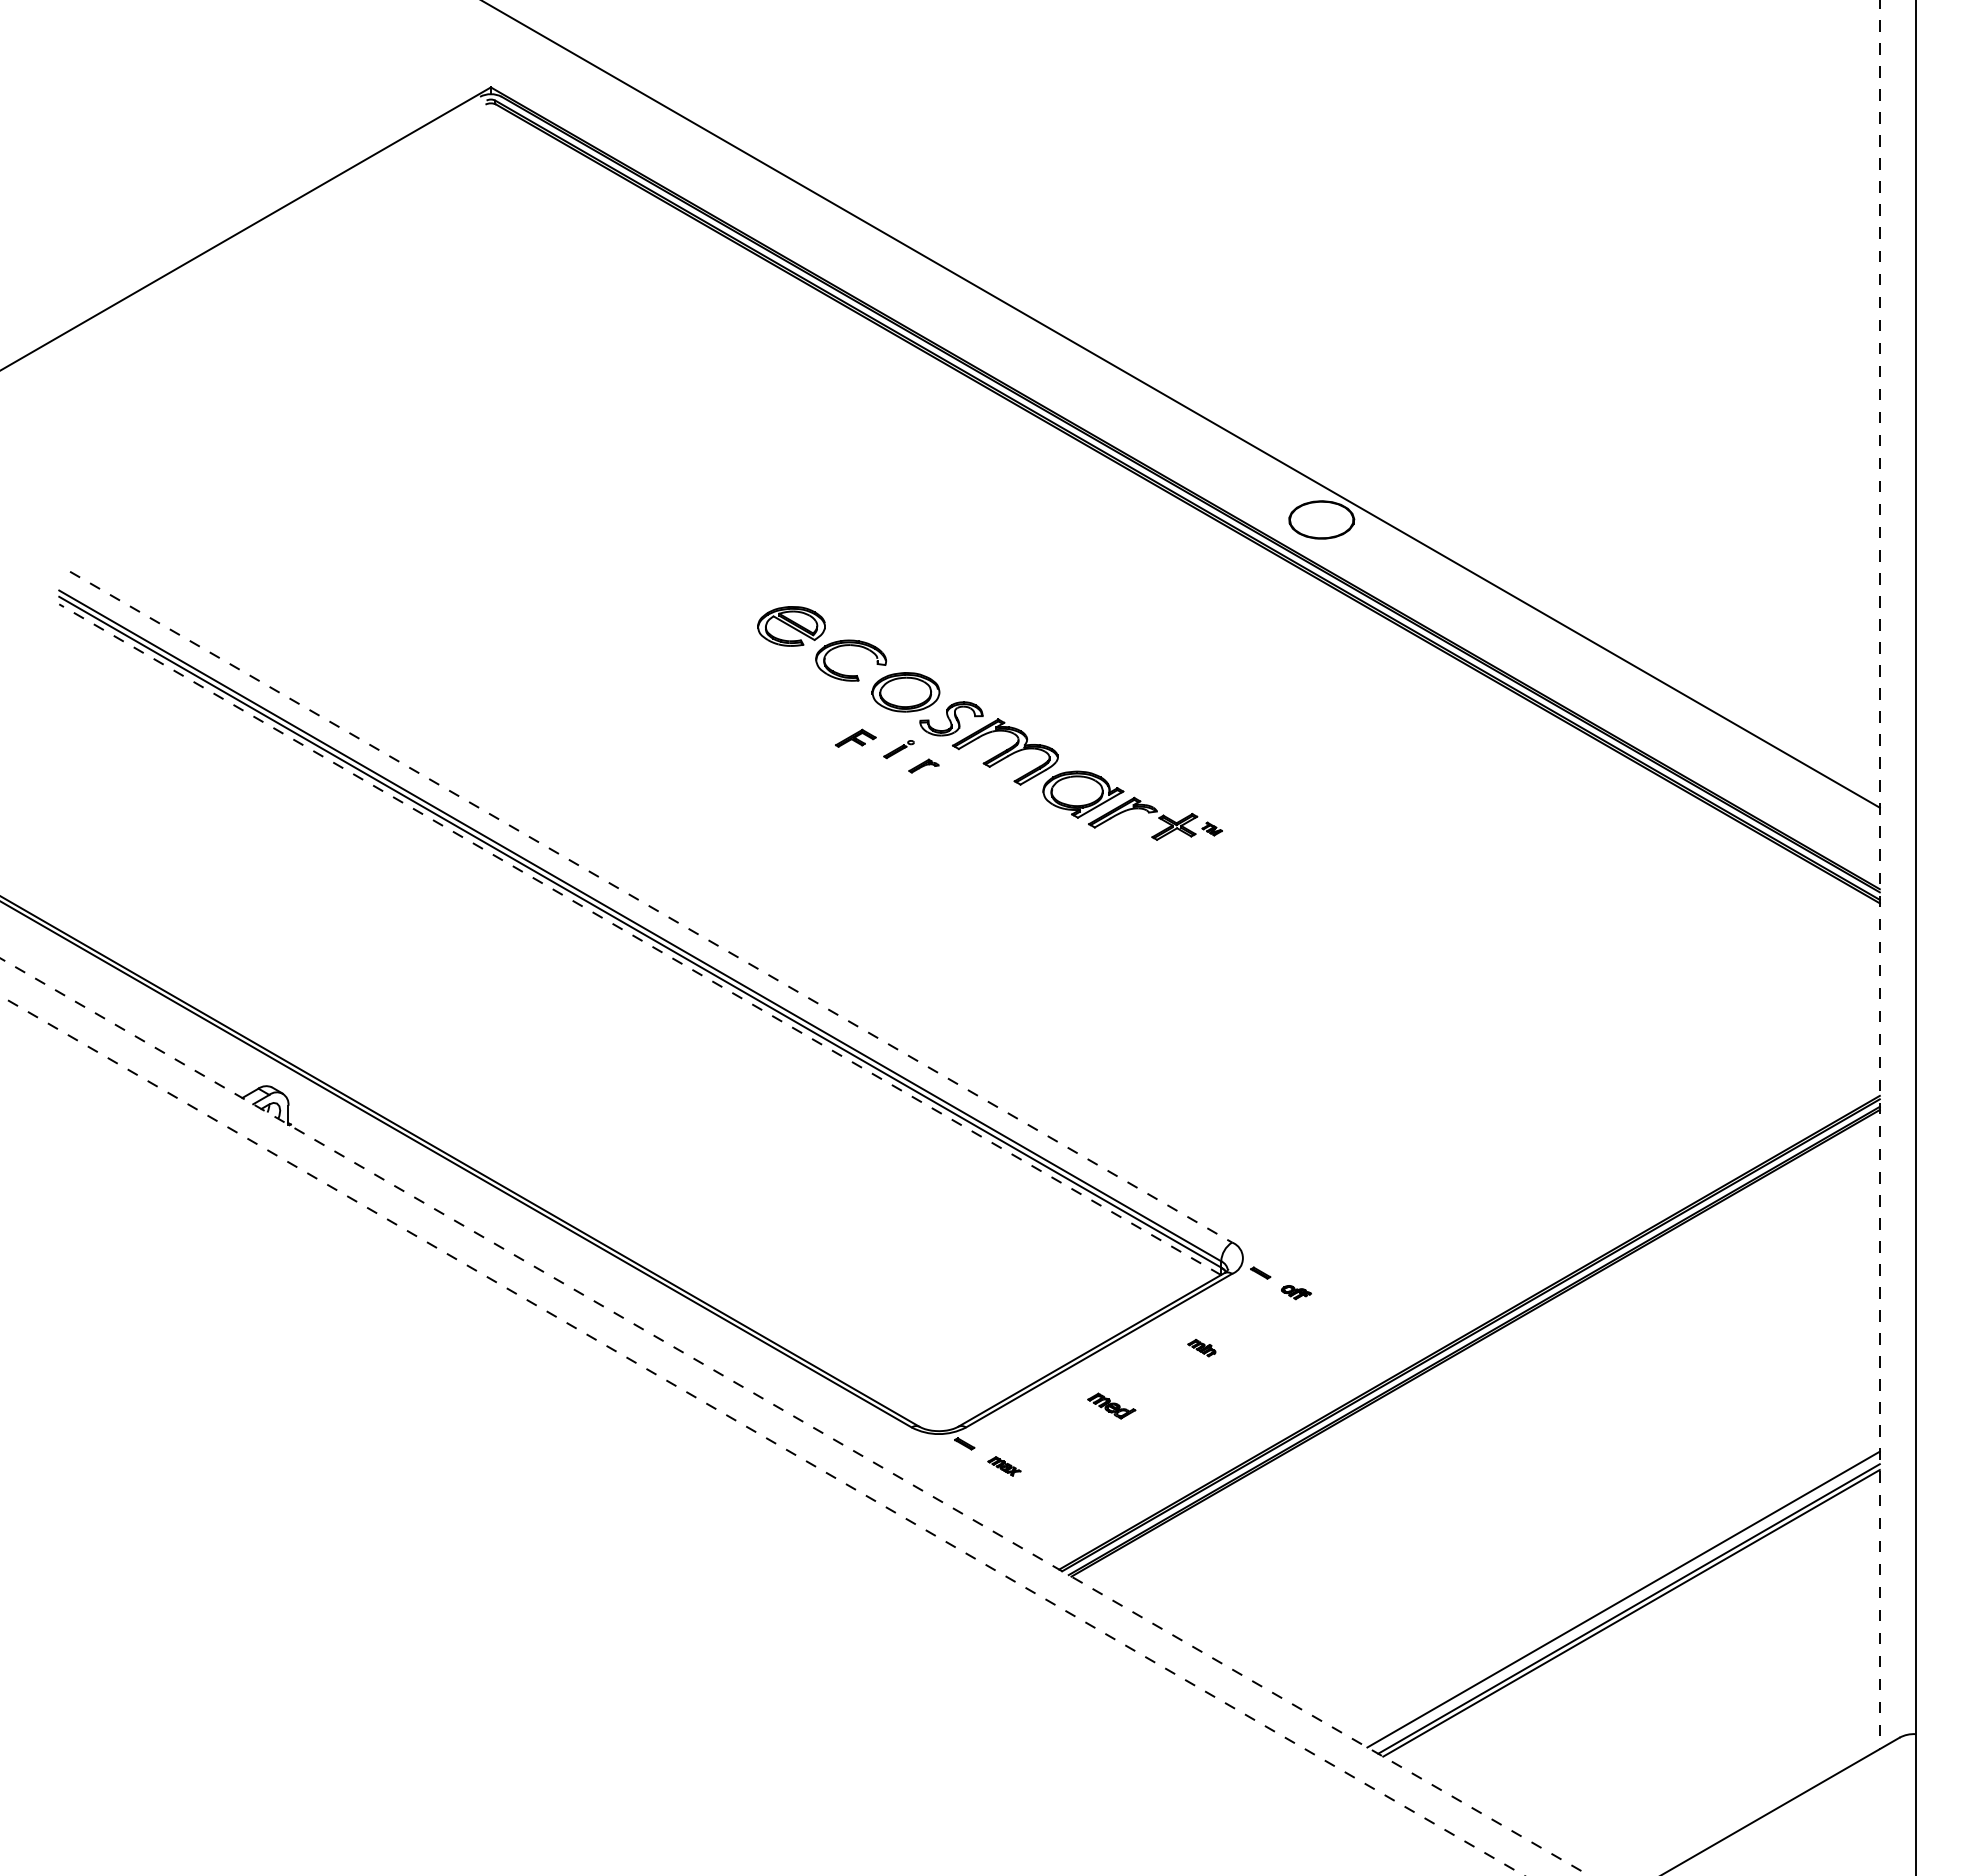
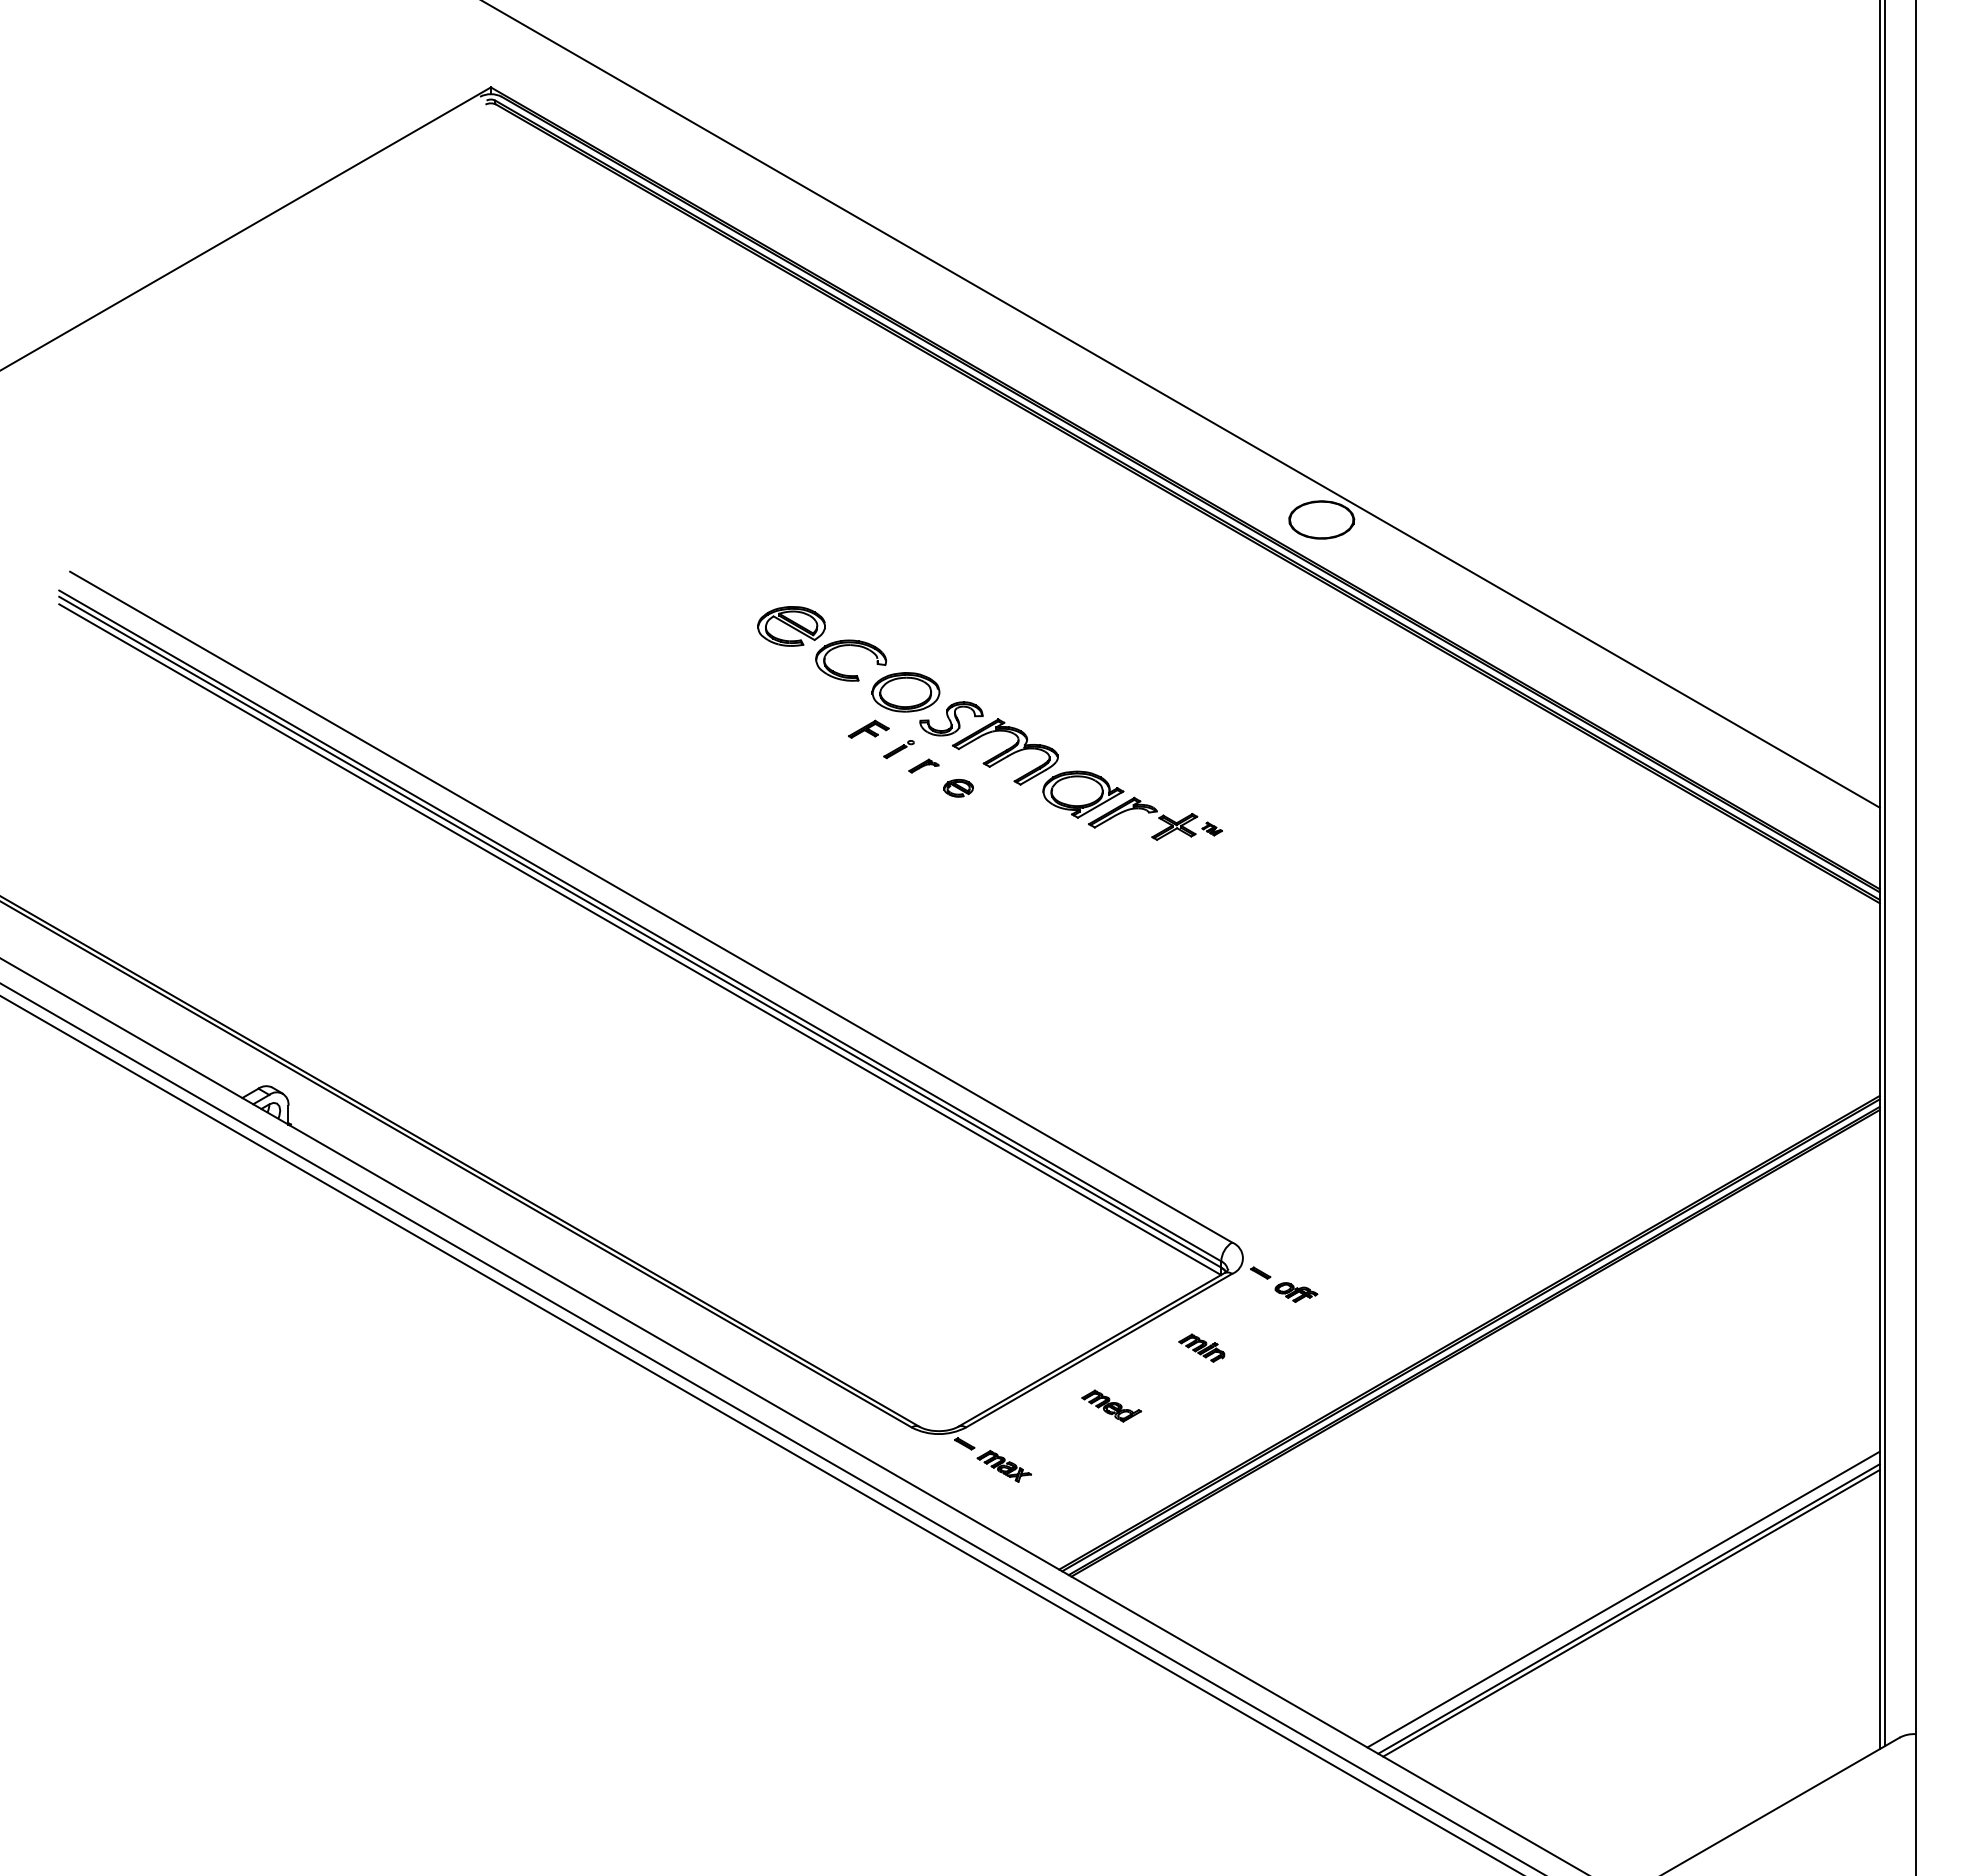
part at (855, 737) position: (855, 737) -> (868, 728)
part at (958, 788): none -> present
line at (1884, 874): none -> present
line at (1879, 875): dashed -> solid
line at (651, 907): dashed -> solid
line at (640, 939): dashed -> solid
part at (1296, 1292) size: 31x16 px -> 45x21 px
part at (1201, 1348) size: 30x19 px -> 48x30 px
part at (1111, 1405) size: 50x28 px -> 62x34 px
line at (794, 1416): dashed -> solid
line at (771, 1428): none -> present
line at (762, 1436): dashed -> solid
part at (1004, 1466) size: 35x21 px -> 57x33 px
